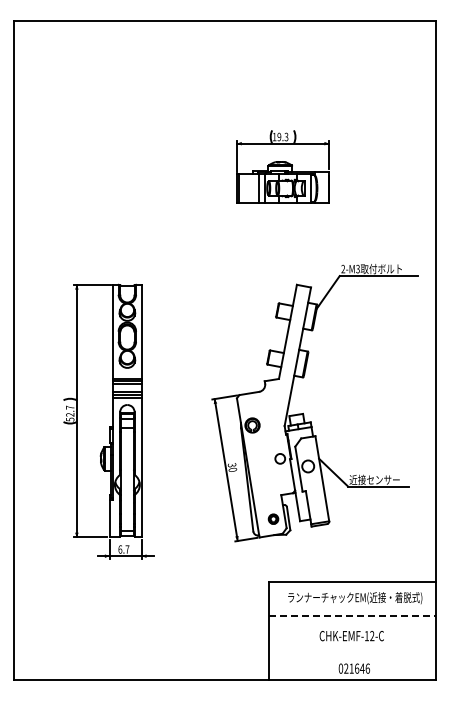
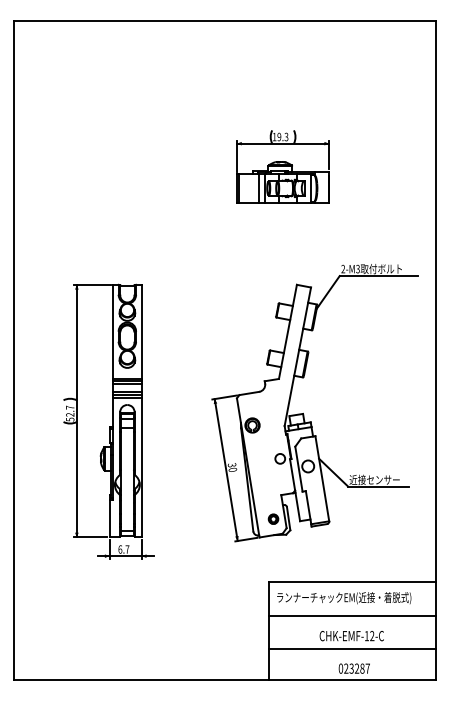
text at (355, 598) position: (355, 598) -> (344, 598)
line at (352, 615): dashed -> solid
line at (352, 649): none -> present
text at (359, 668): 021646 -> 023287
